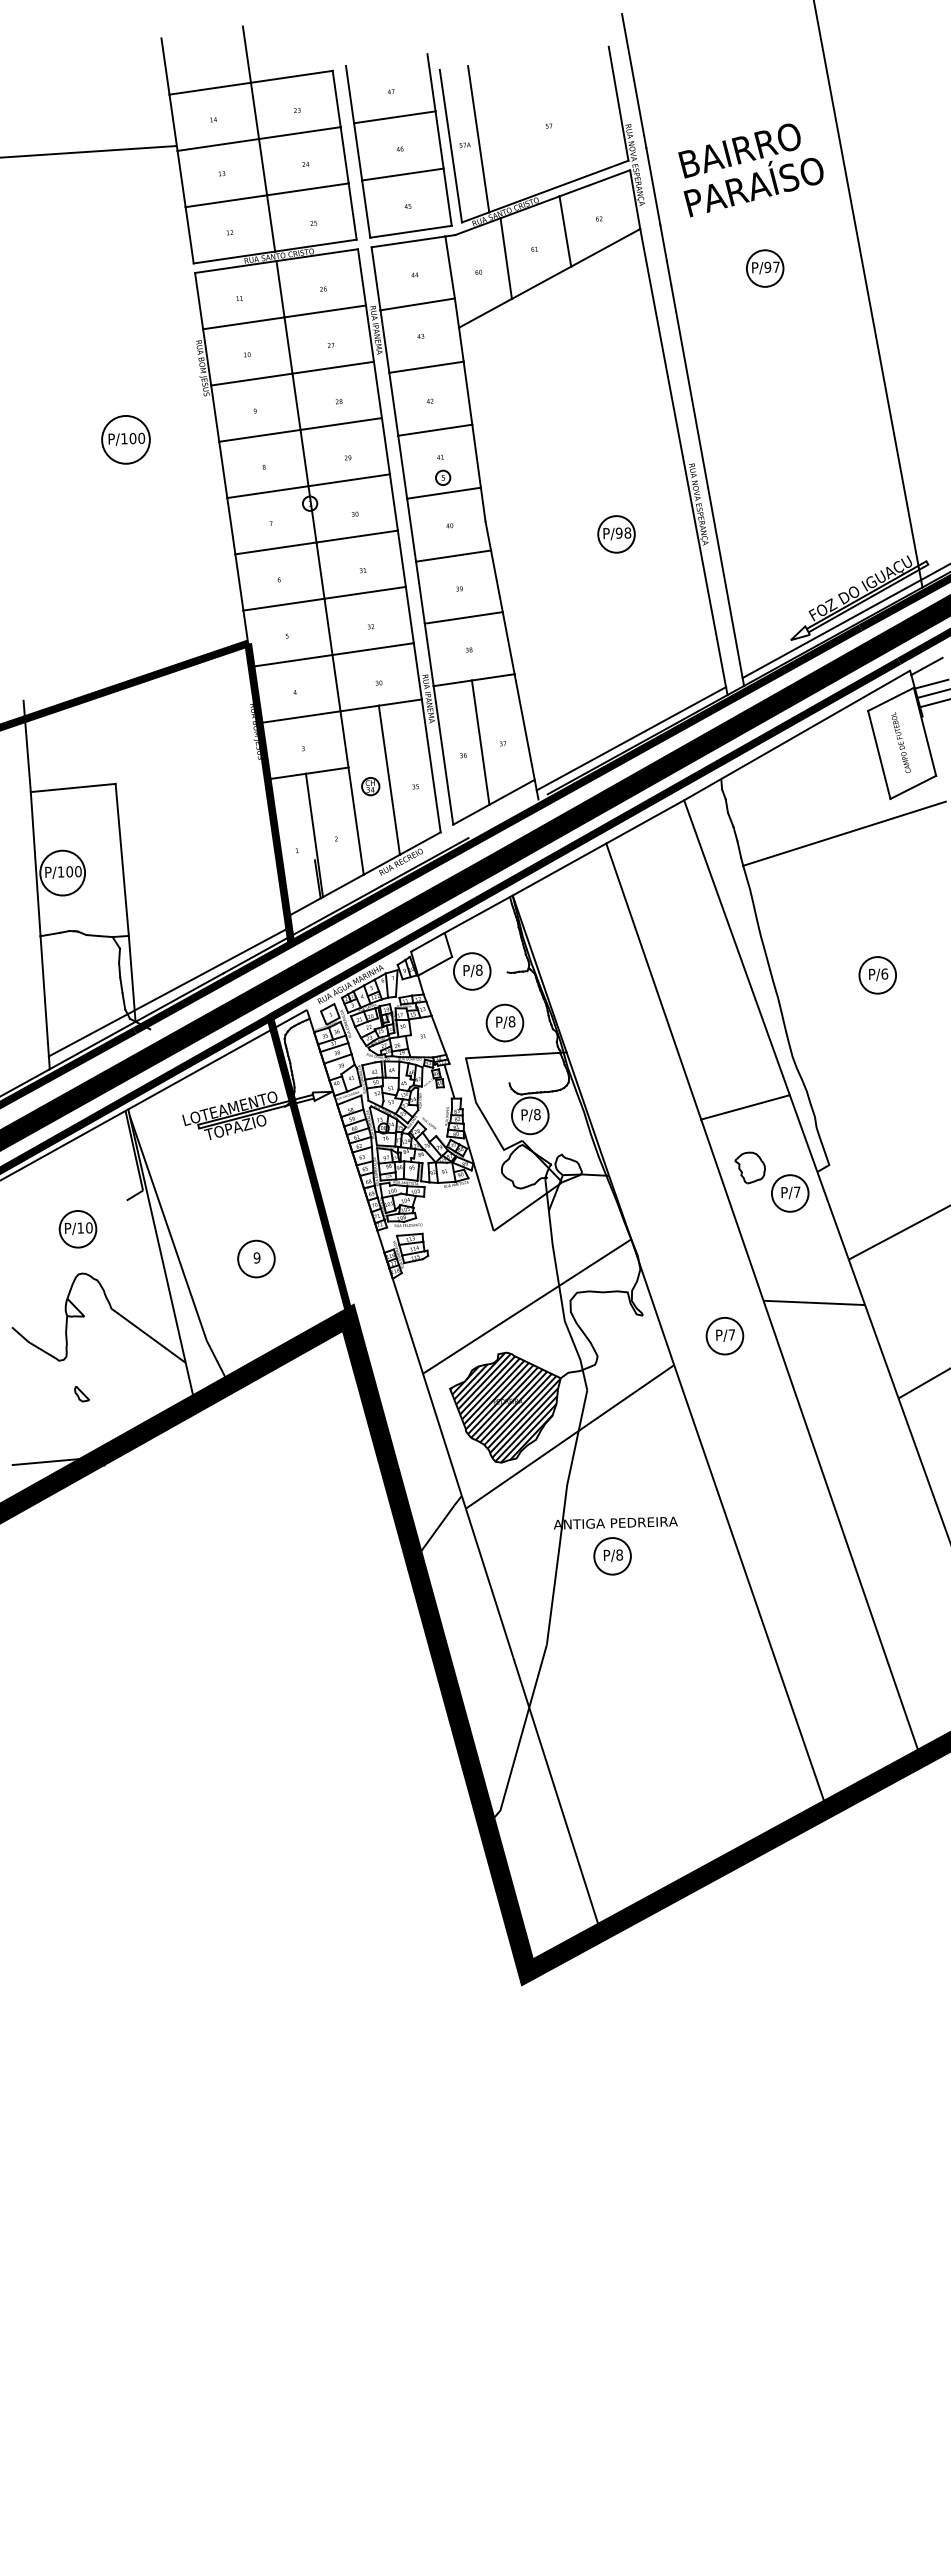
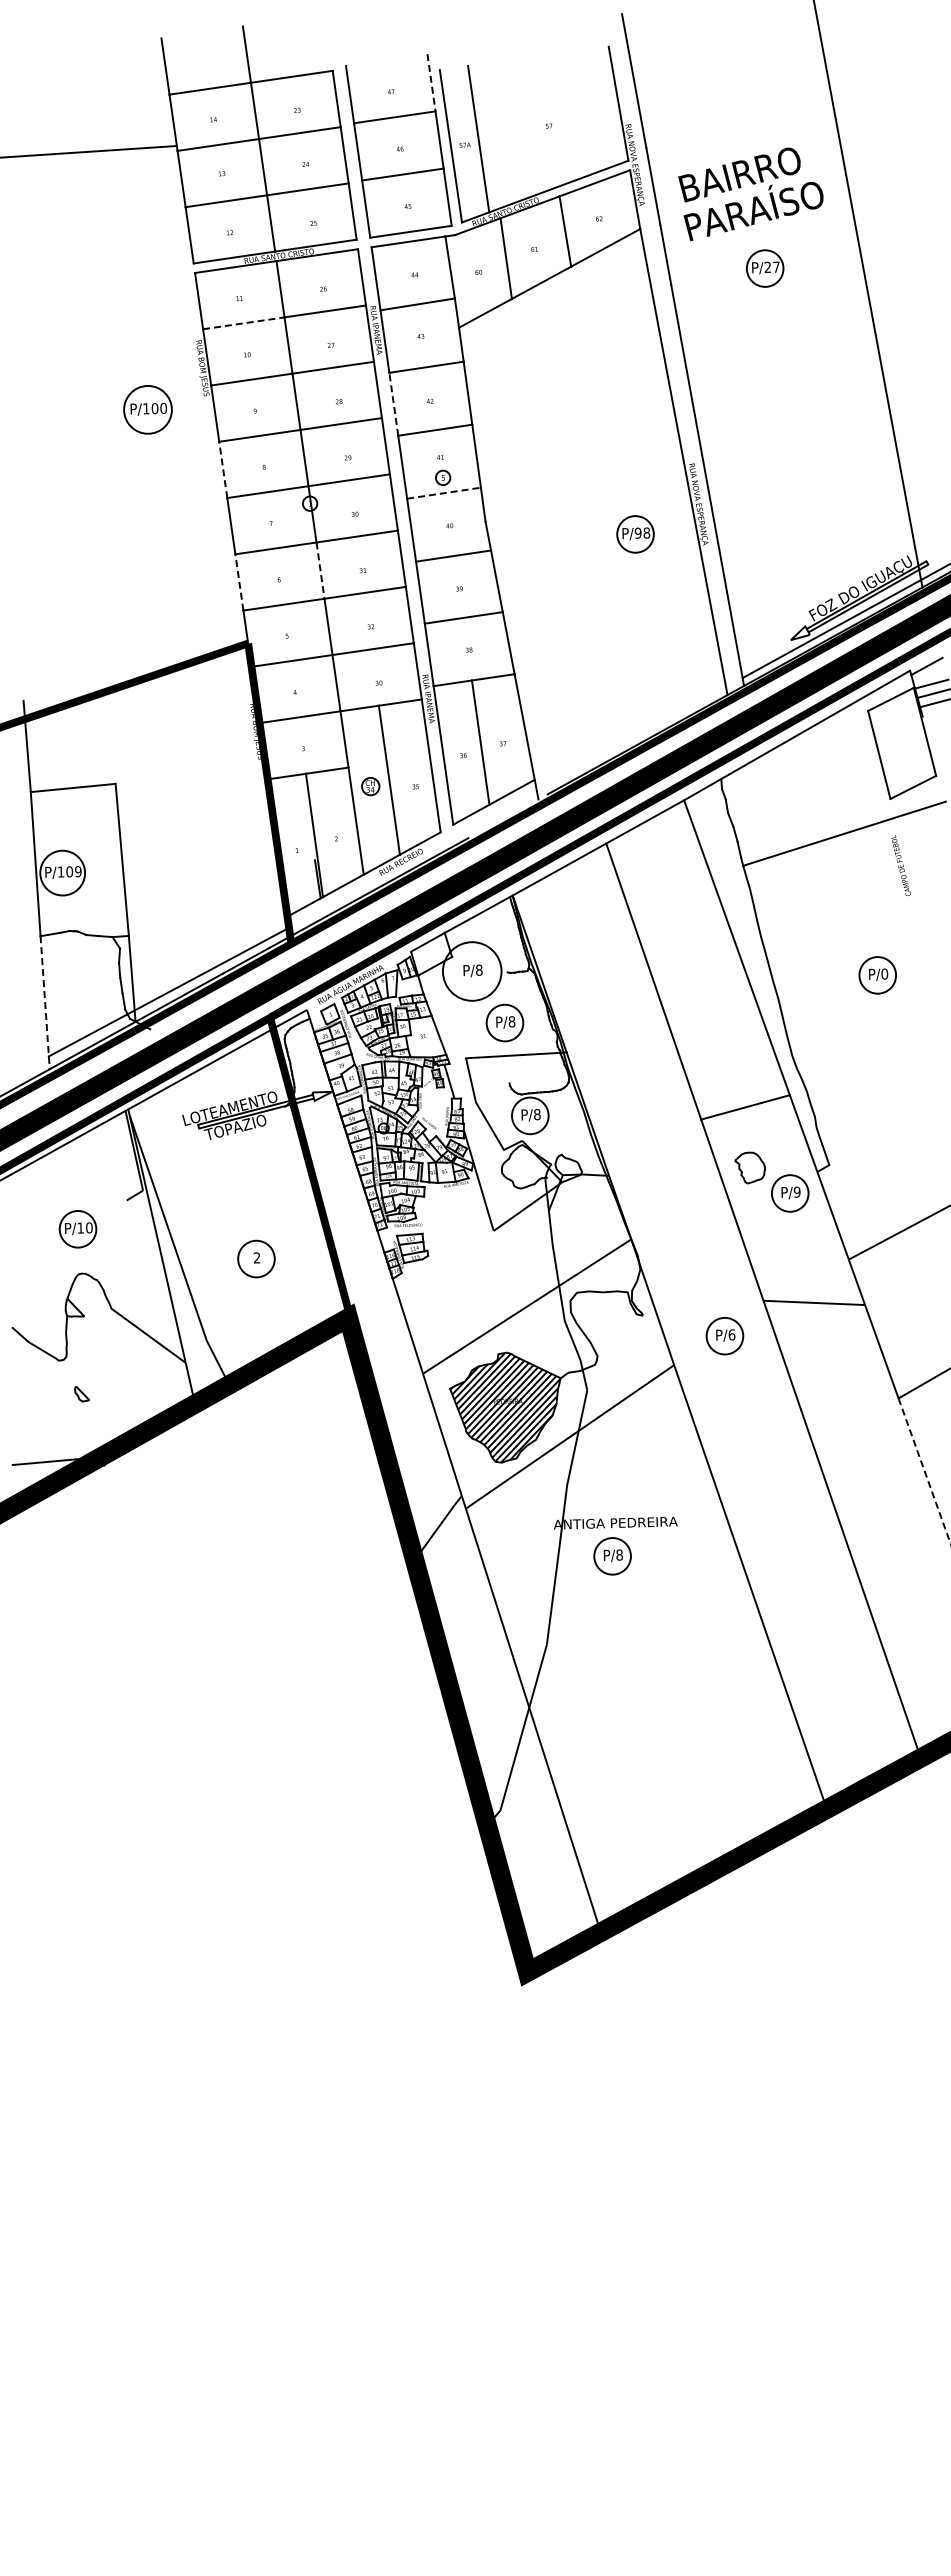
line at (431, 82): solid -> dashed
text at (750, 170) position: (750, 170) -> (750, 194)
text at (767, 267): P/97 -> P/27
line at (244, 323): solid -> dashed
line at (393, 404): solid -> dashed
part at (125, 439) position: (125, 439) -> (147, 409)
line at (223, 469): solid -> dashed
line at (444, 493): solid -> dashed
part at (616, 534) position: (616, 534) -> (635, 534)
line at (320, 571): solid -> dashed
line at (239, 581): solid -> dashed
line at (631, 738): present -> none
text at (900, 742) position: (900, 742) -> (900, 865)
text at (78, 871): P/100 -> P/109
circle at (471, 971) diameter: 37 px -> 59 px
text at (884, 973): P/6 -> P/0
line at (45, 1002): solid -> dashed
text at (796, 1191): P/7 -> P/9
text at (256, 1257): 9 -> 2
text at (731, 1334): P/7 -> P/6
line at (924, 1471): solid -> dashed
